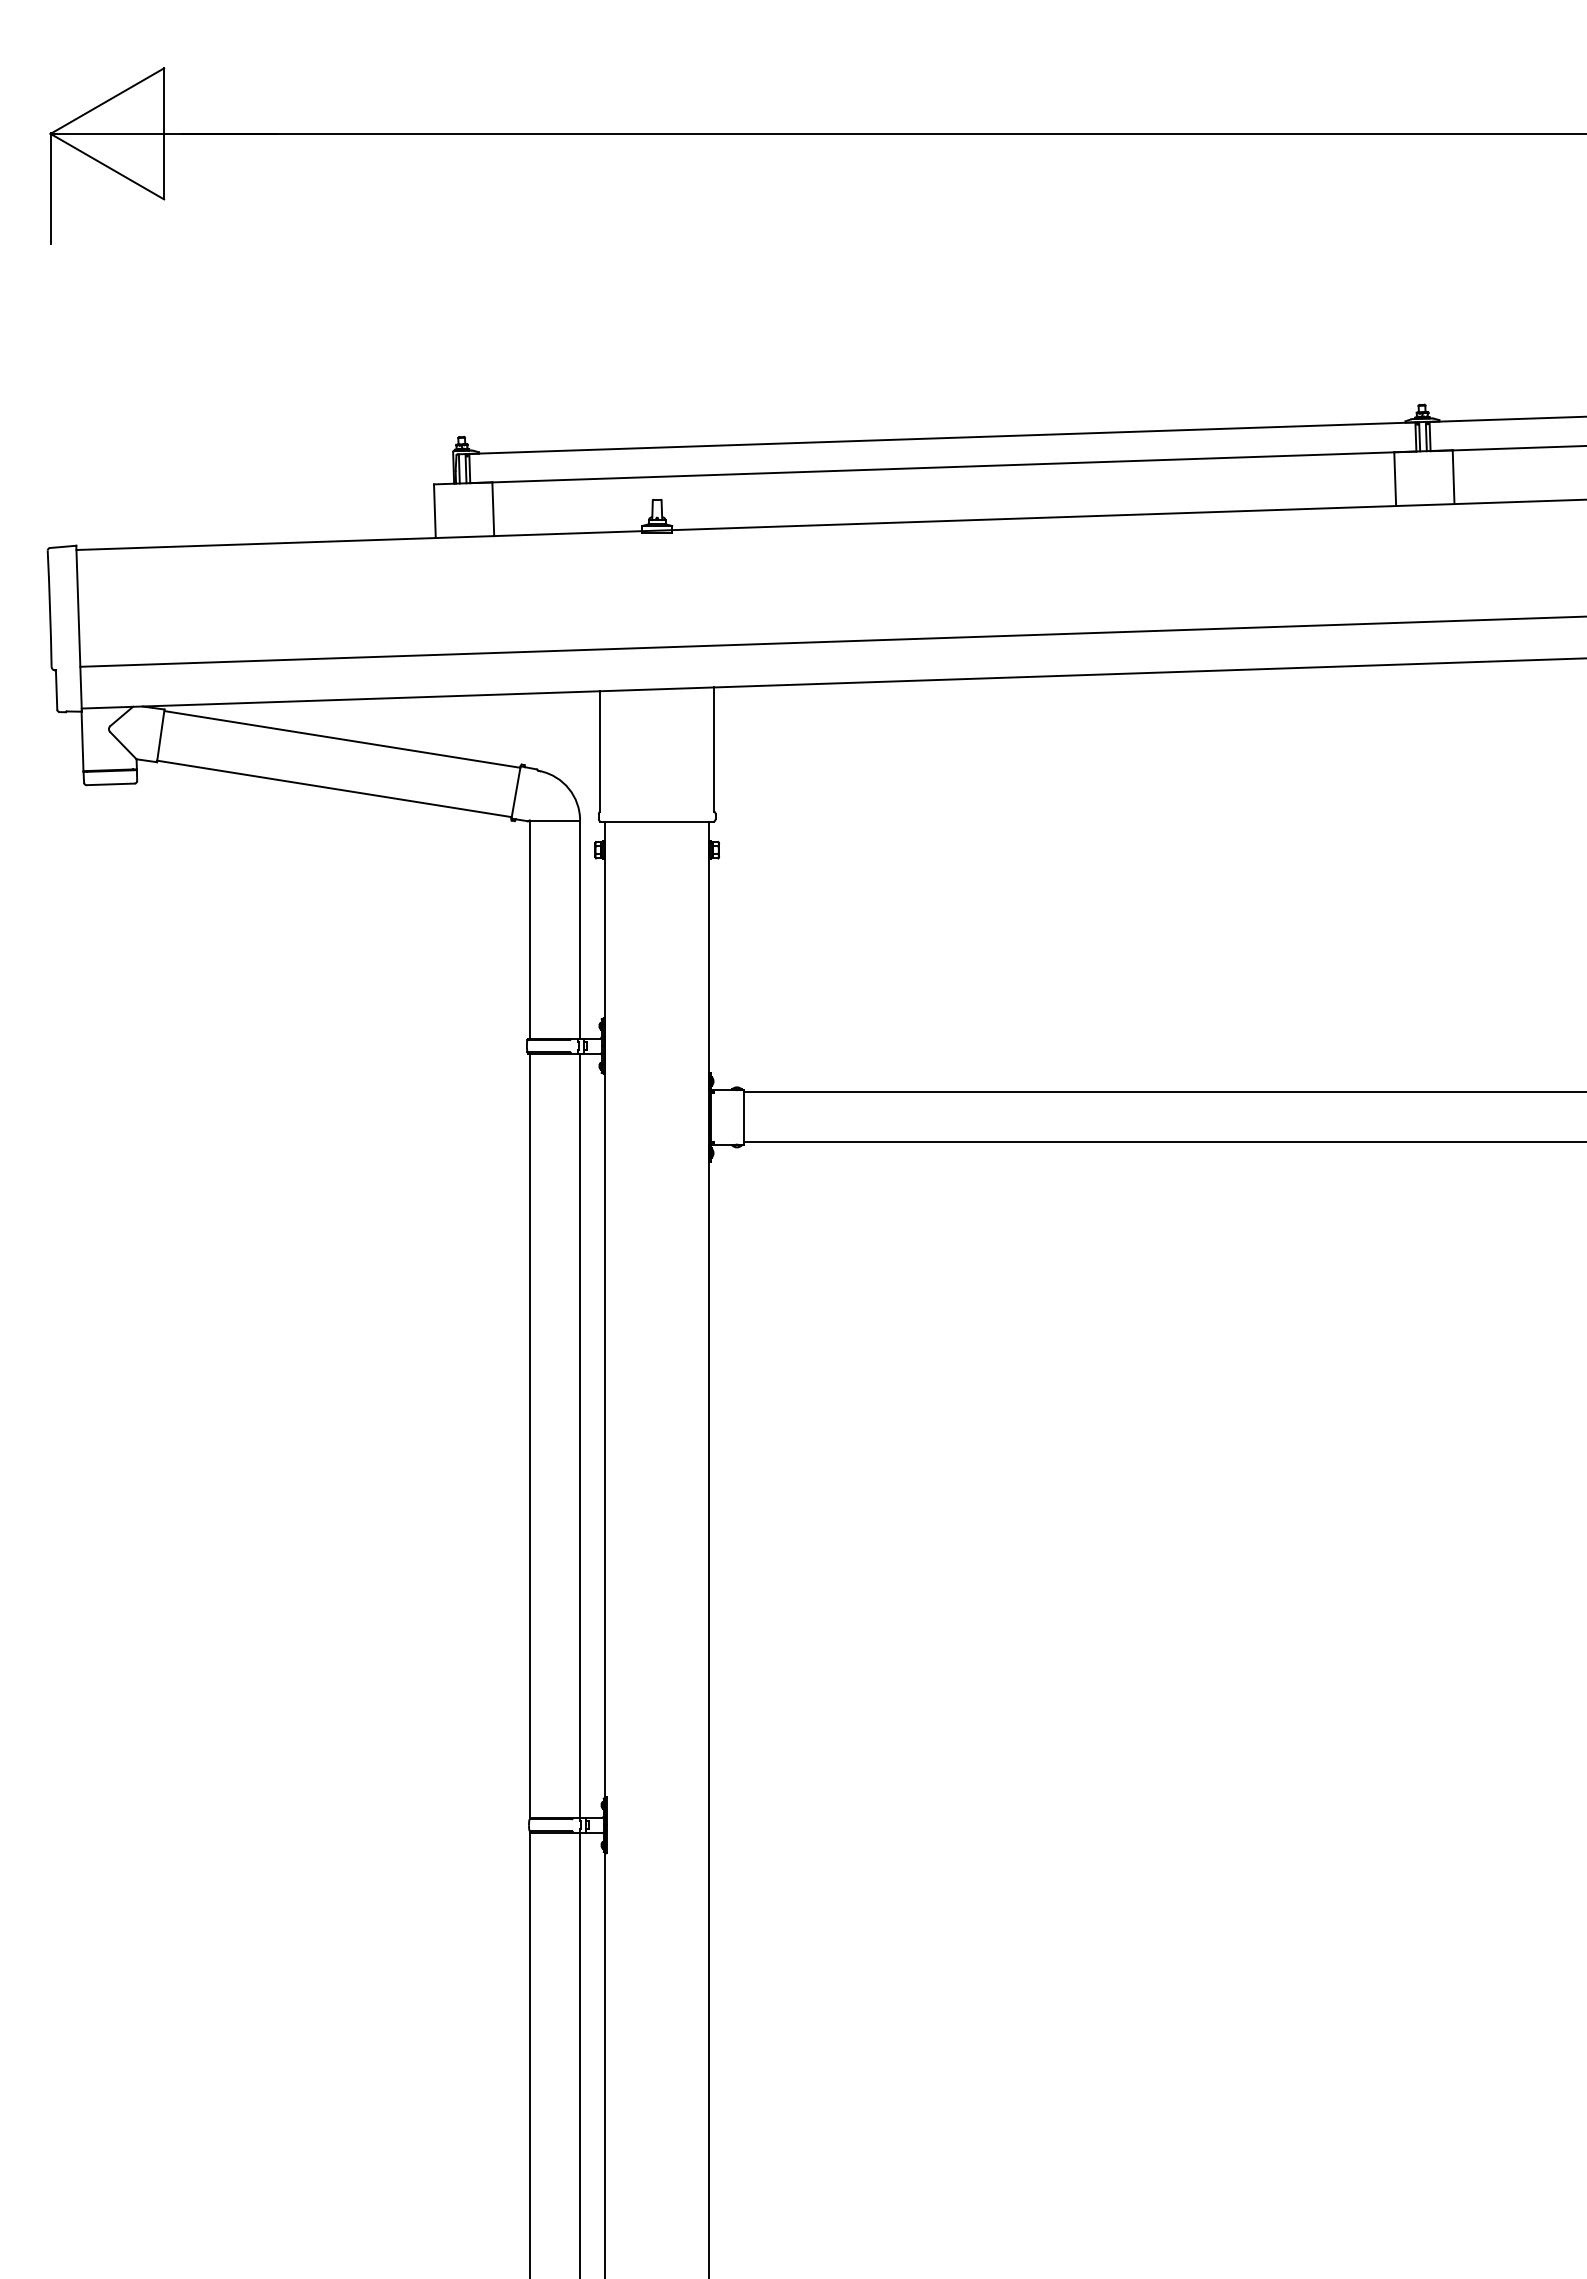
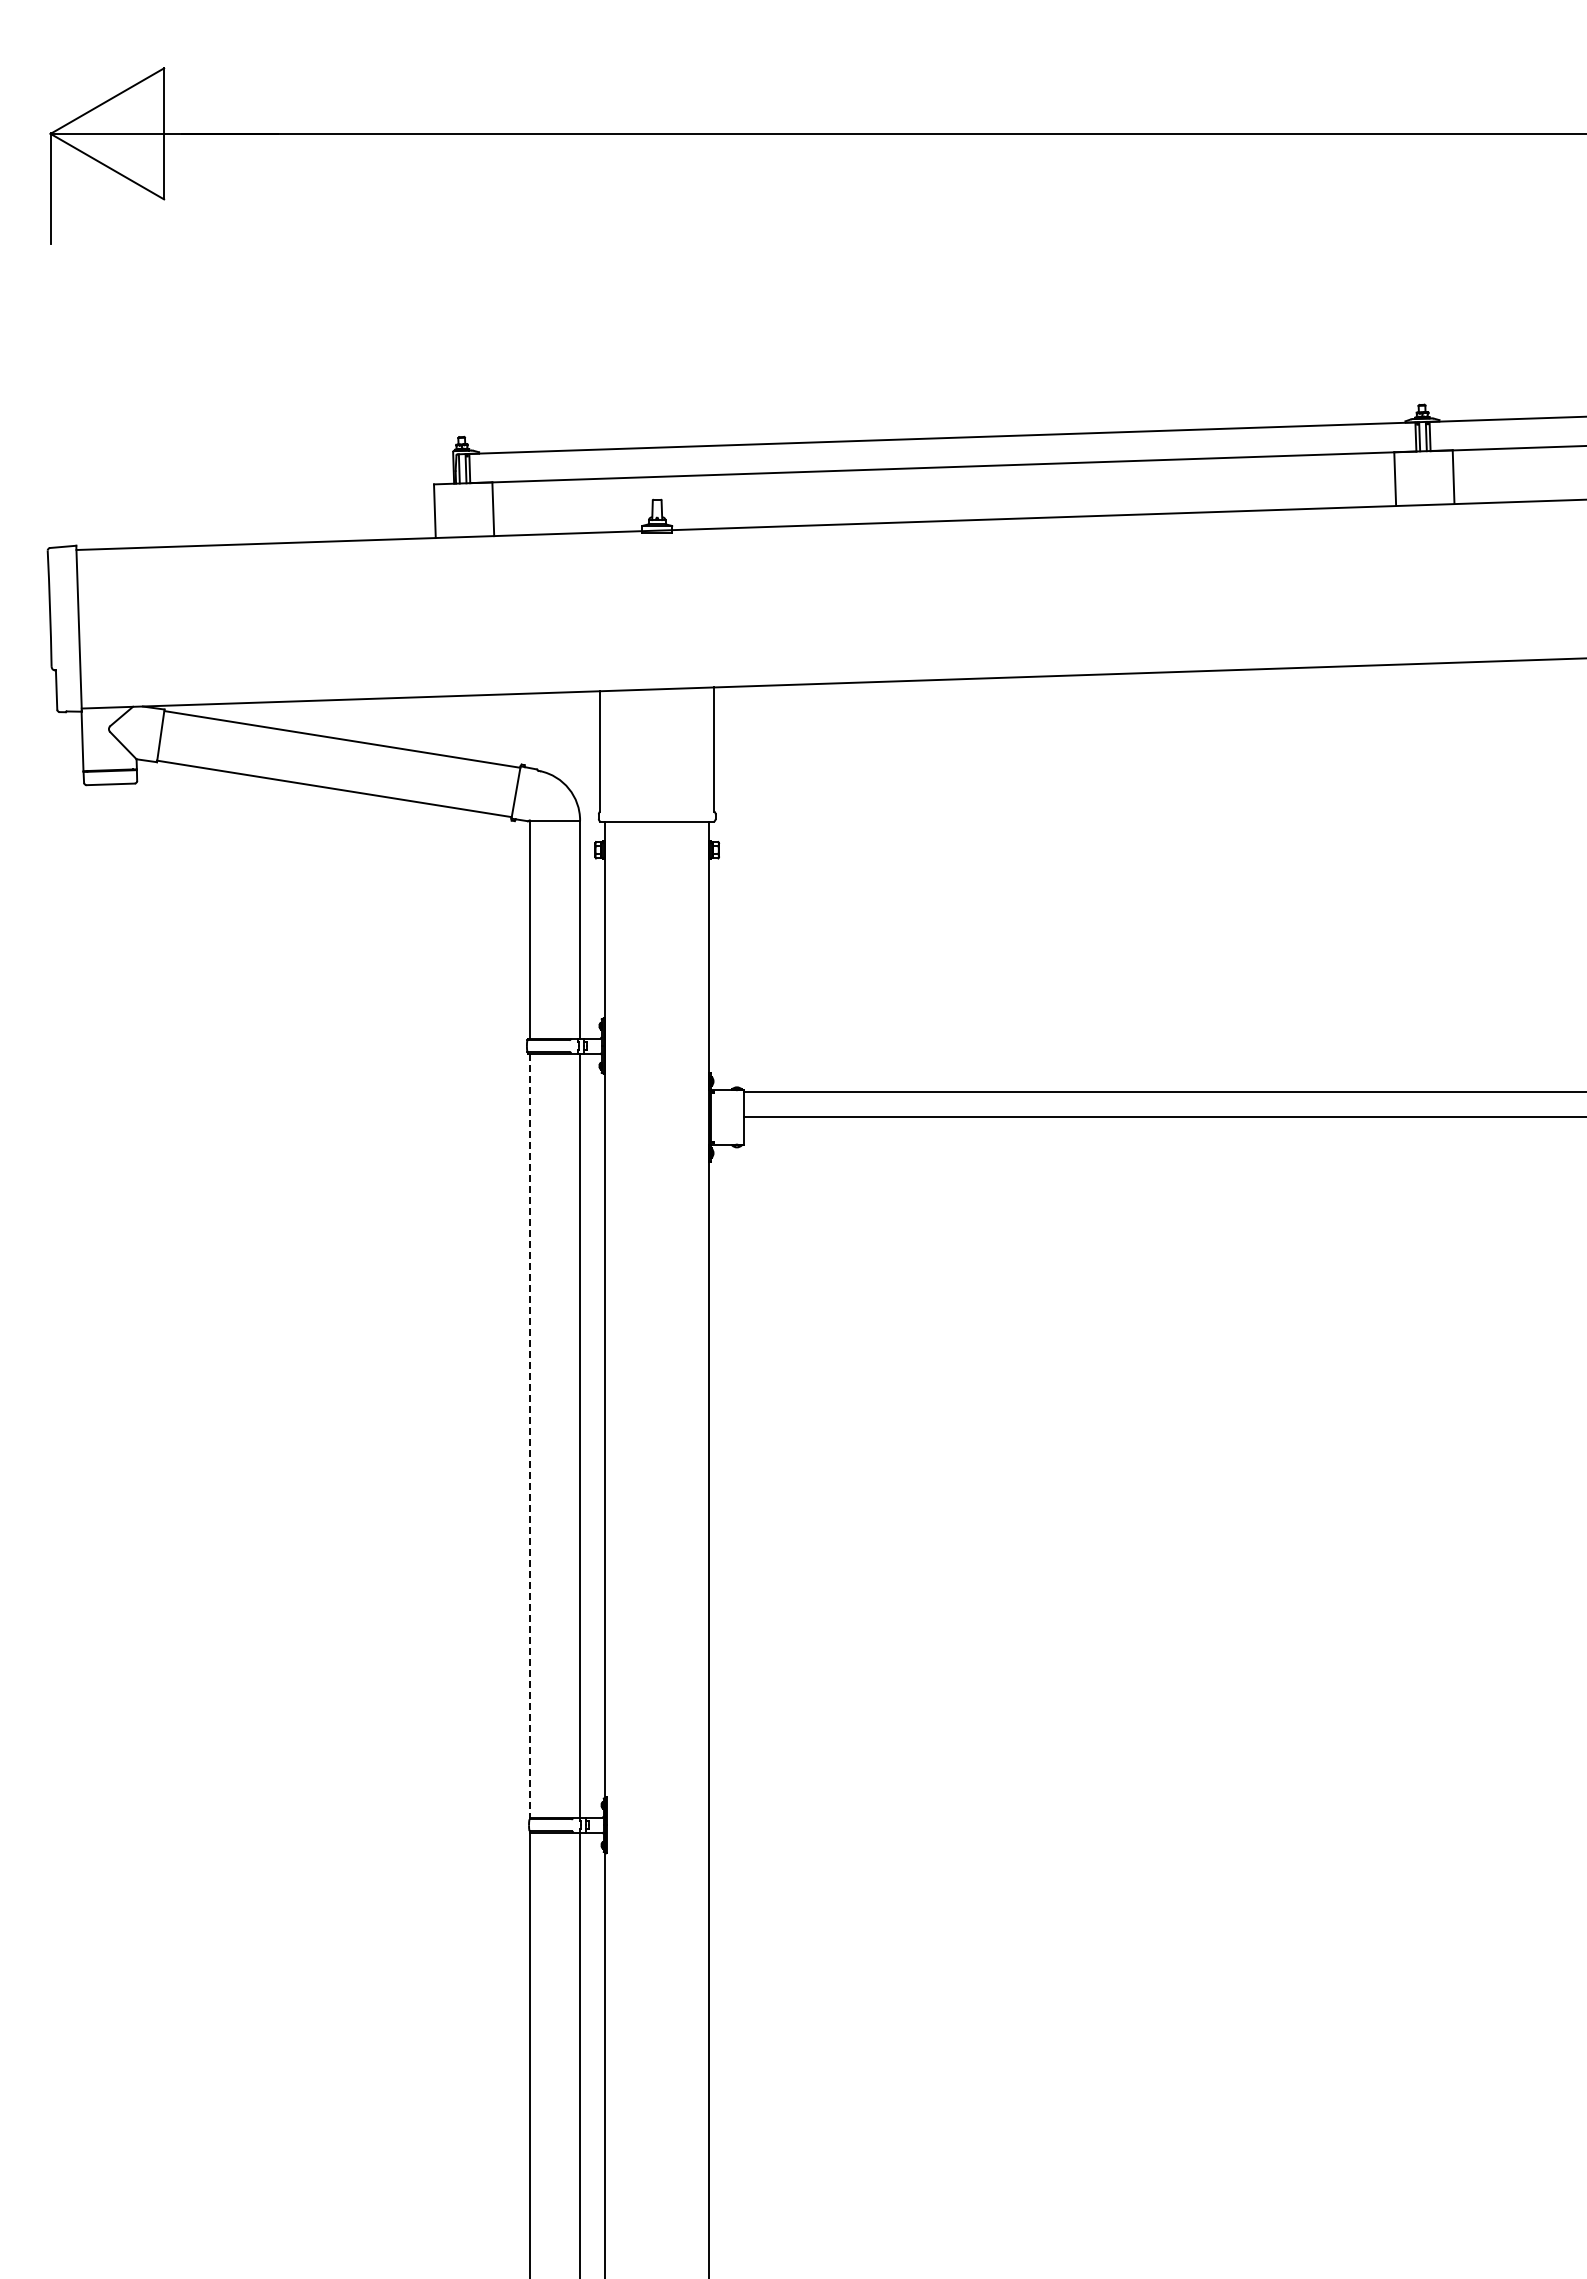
line at (831, 641): present -> none
line at (1163, 1142) position: (1163, 1142) -> (1163, 1117)
line at (529, 1436): solid -> dashed
